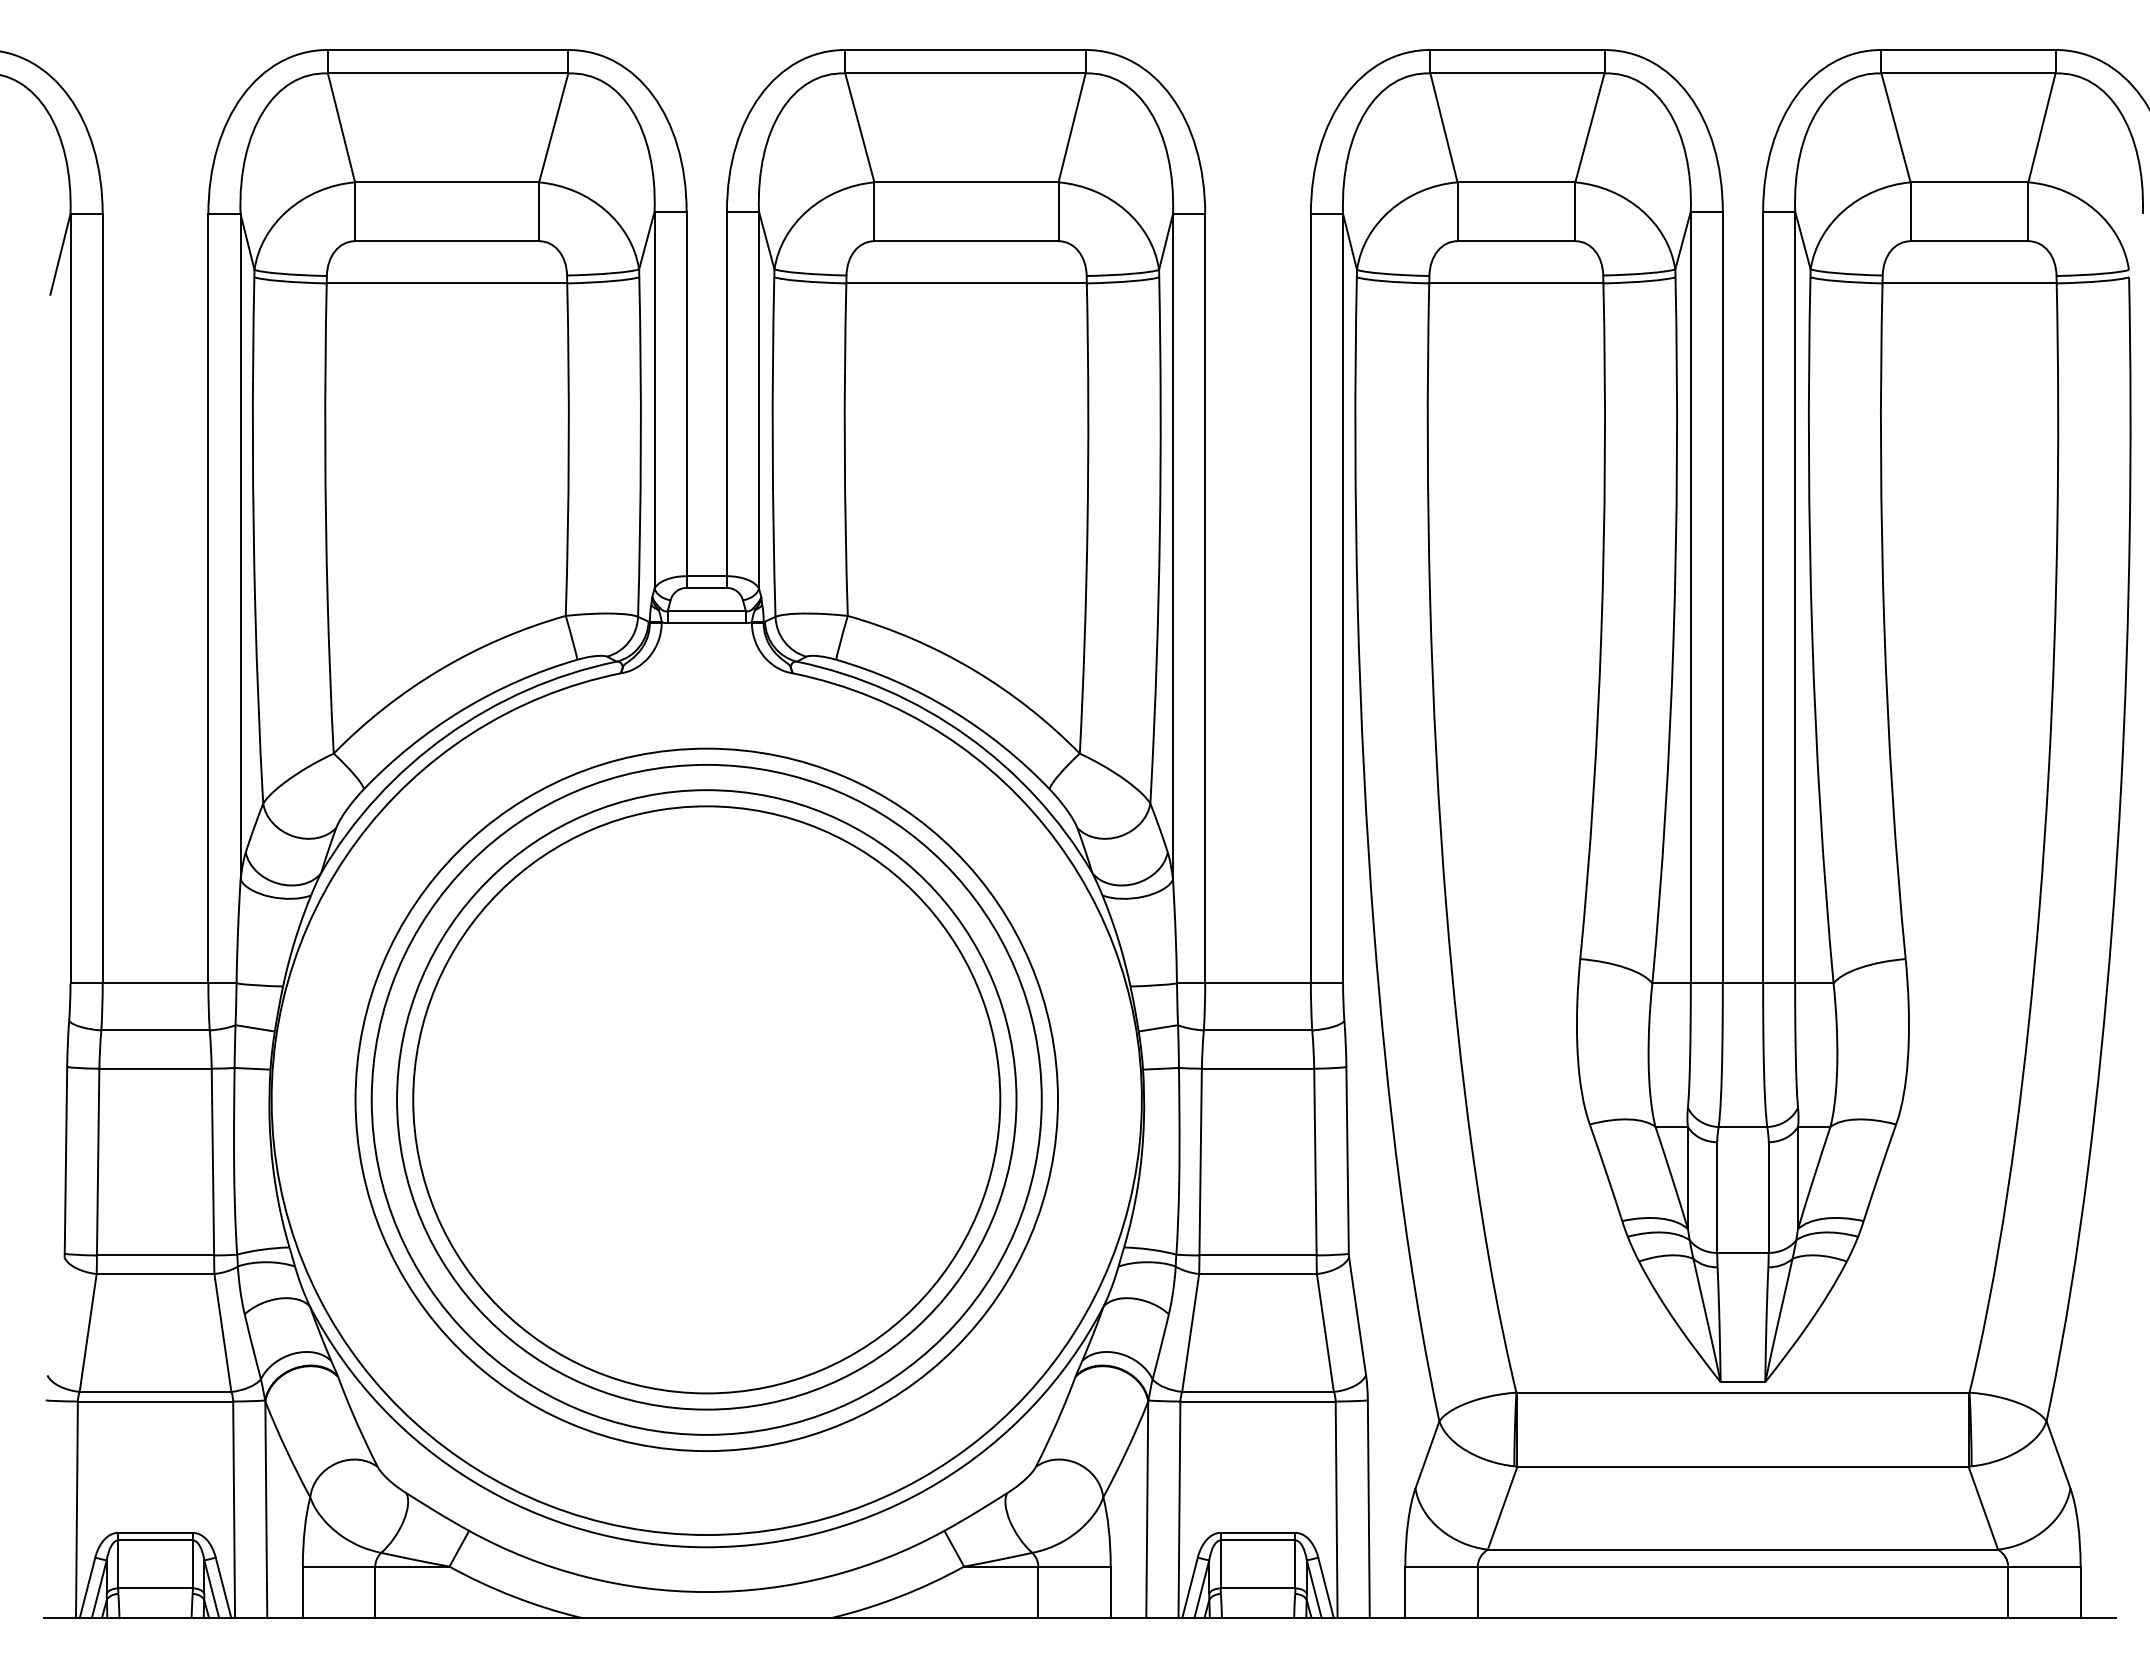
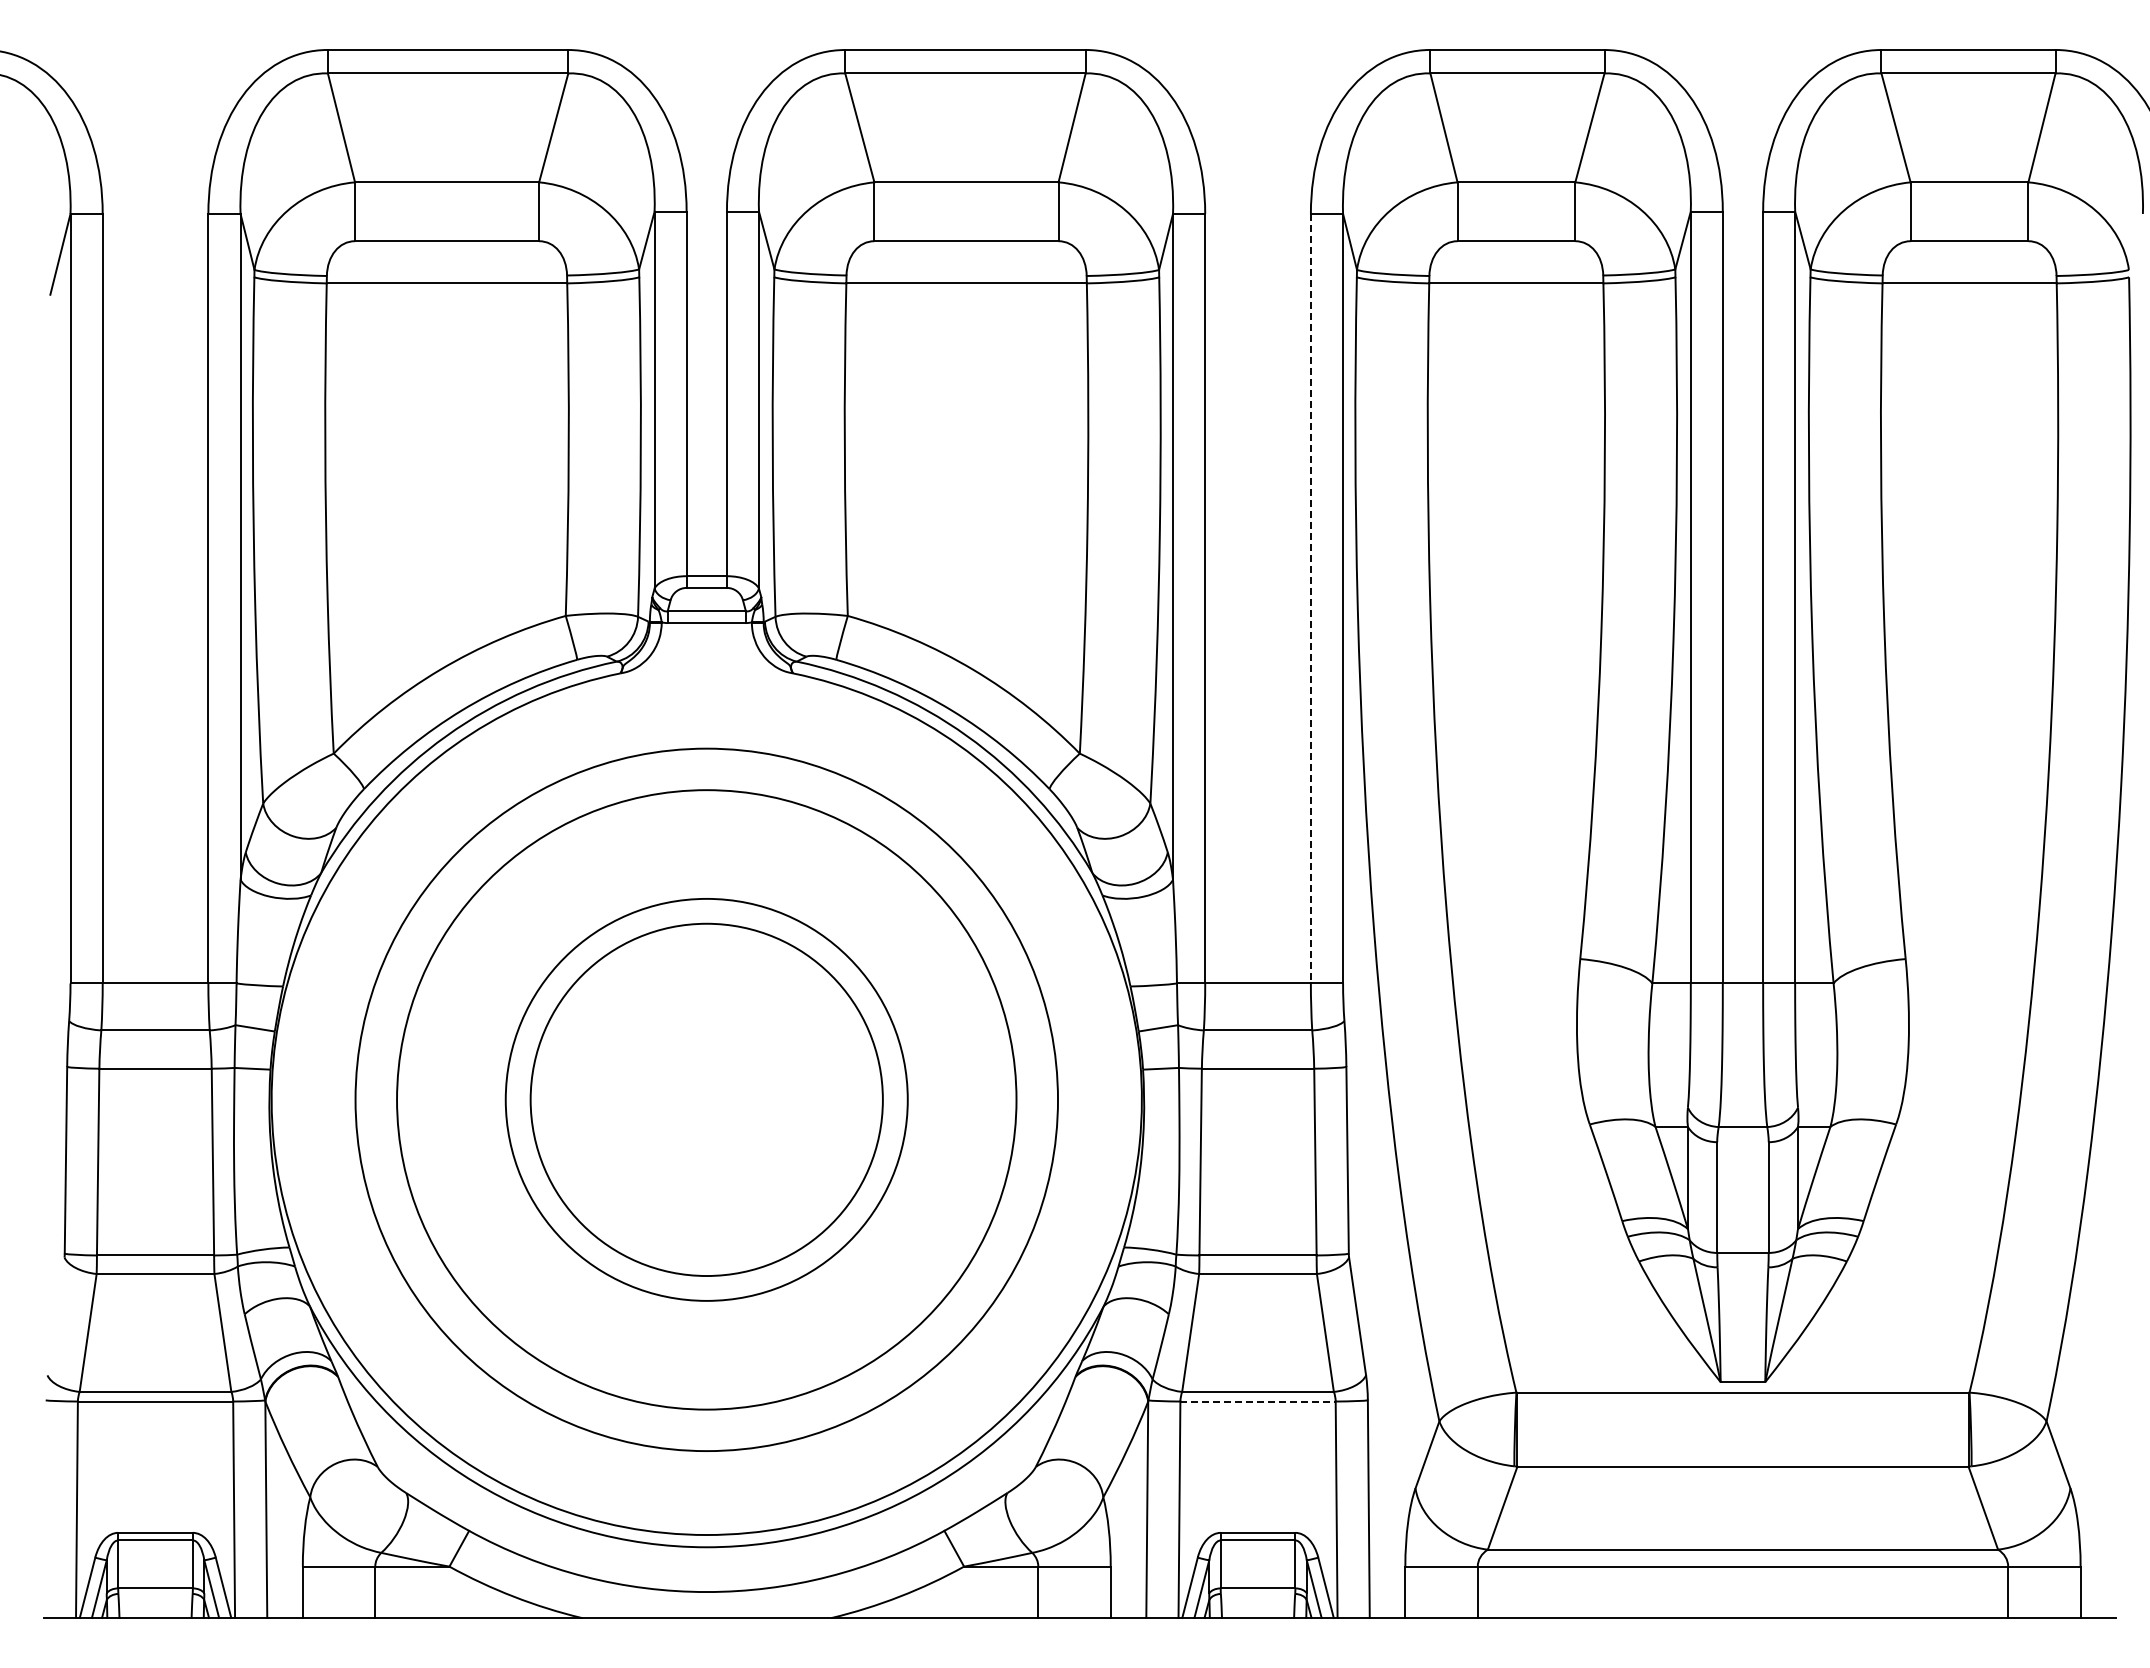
line at (1310, 598): solid -> dashed
circle at (706, 1099) diameter: 587 px -> 352 px
circle at (706, 1099) diameter: 670 px -> 402 px
line at (1258, 1401): solid -> dashed
